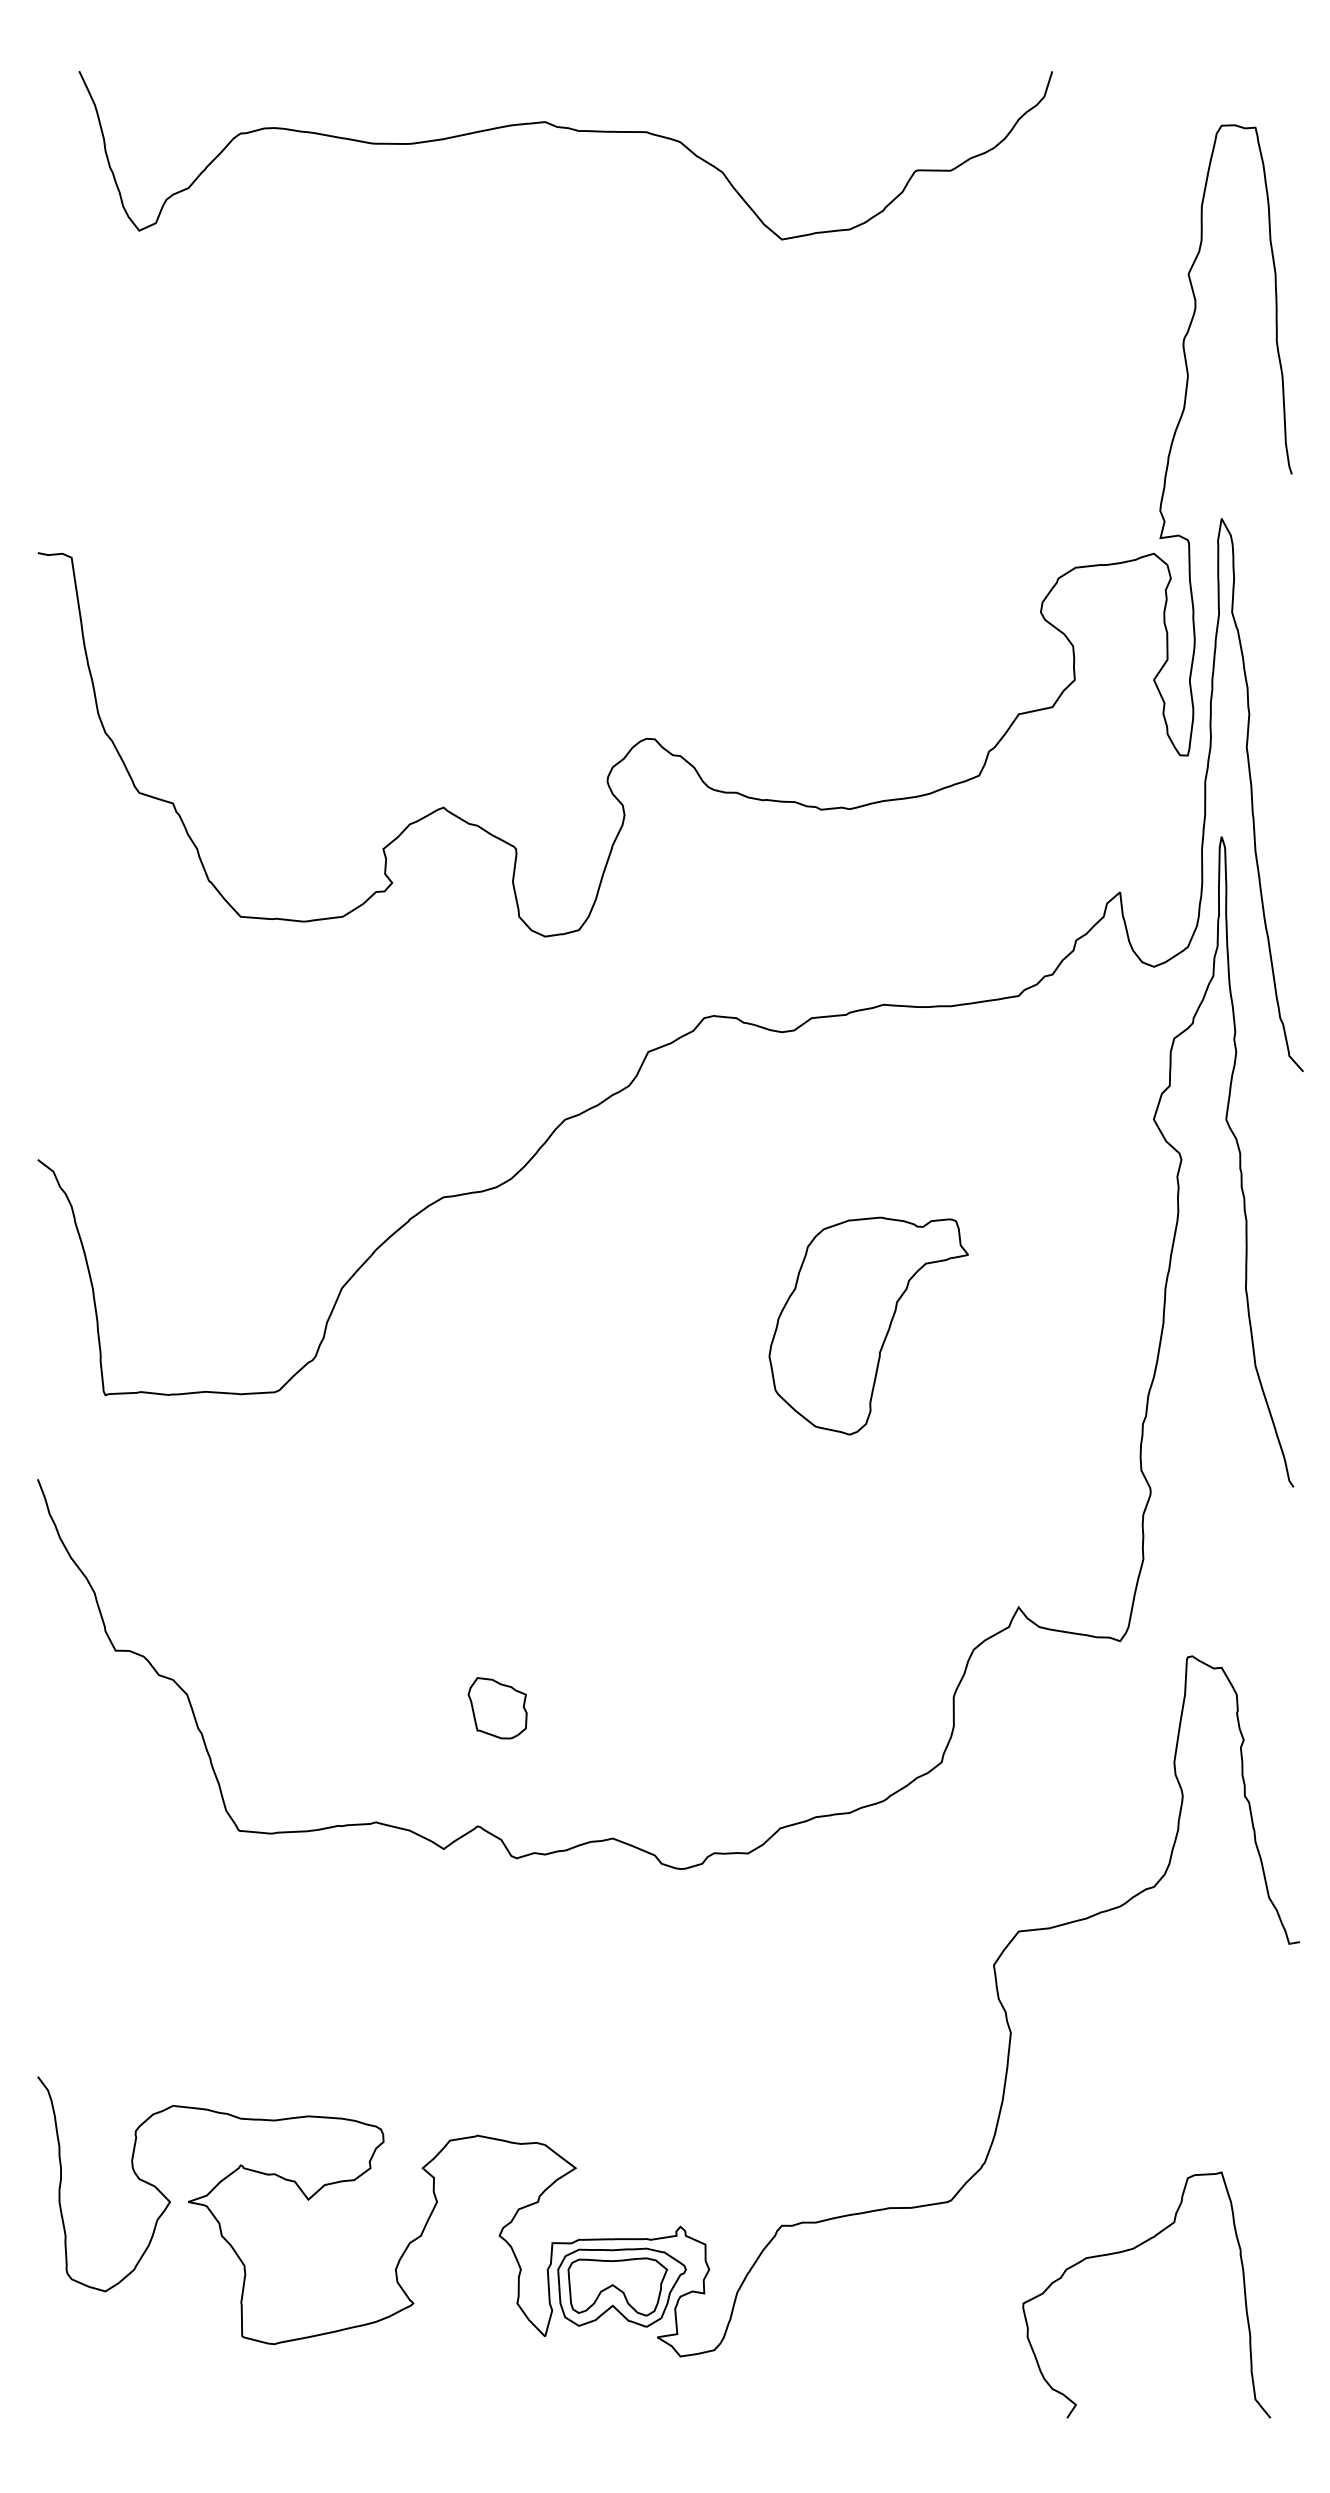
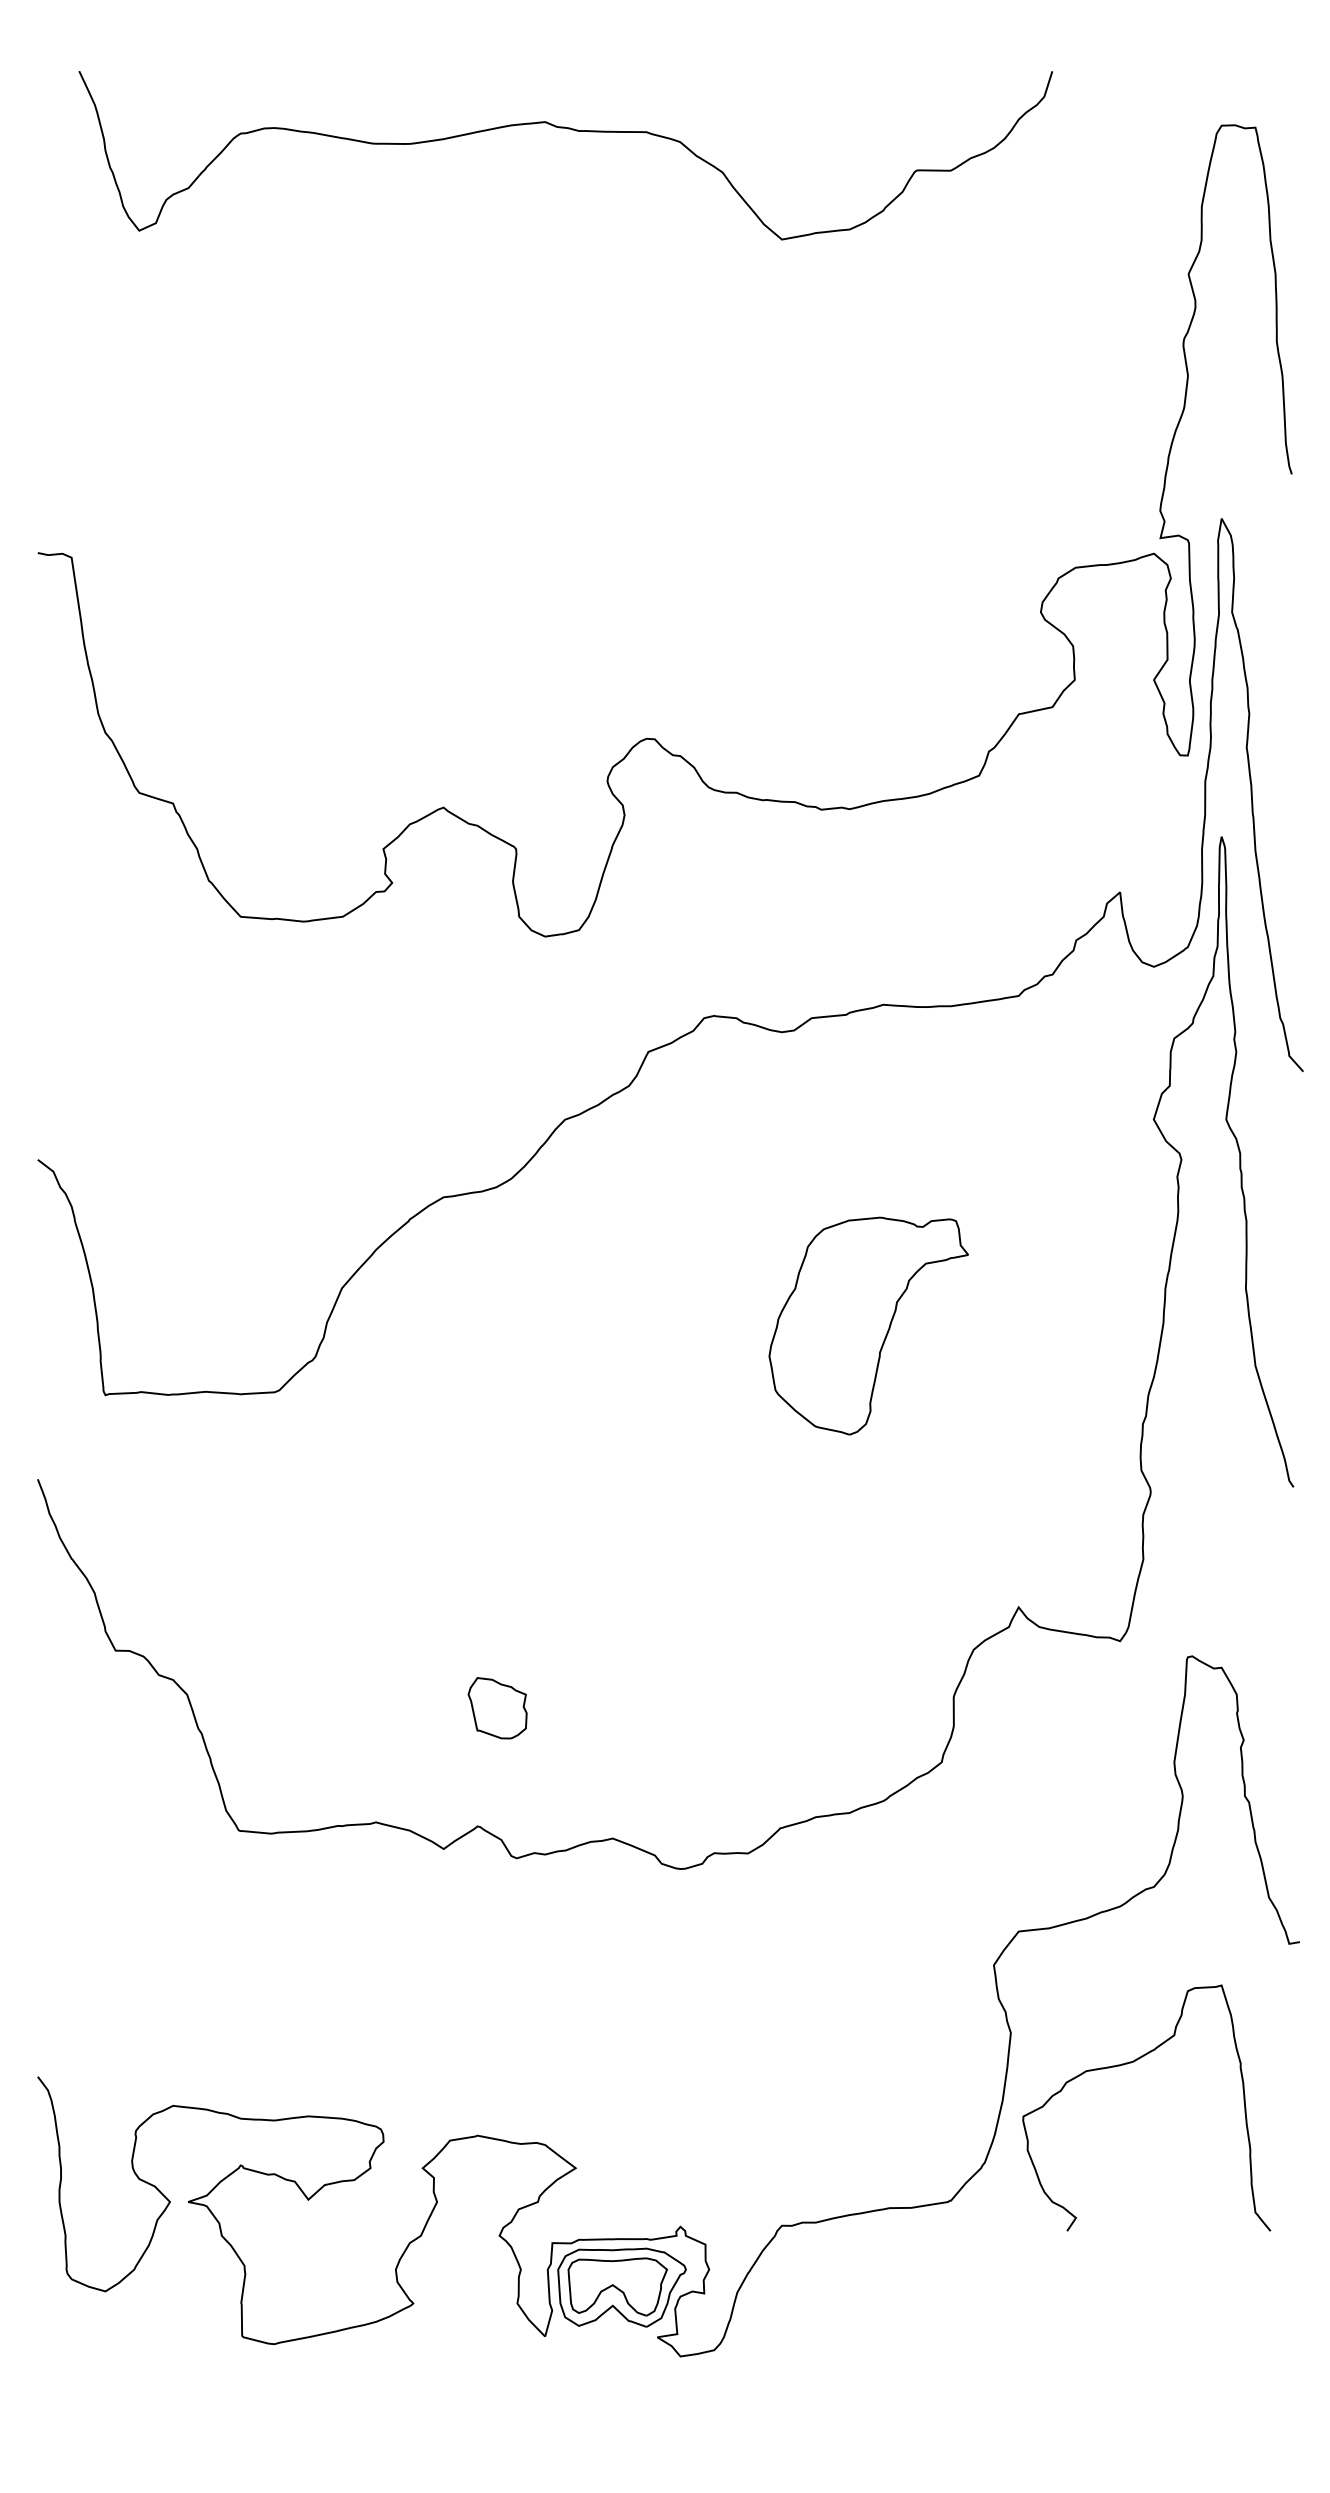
curve at (1131, 2250) position: (1131, 2250) -> (1131, 2063)
